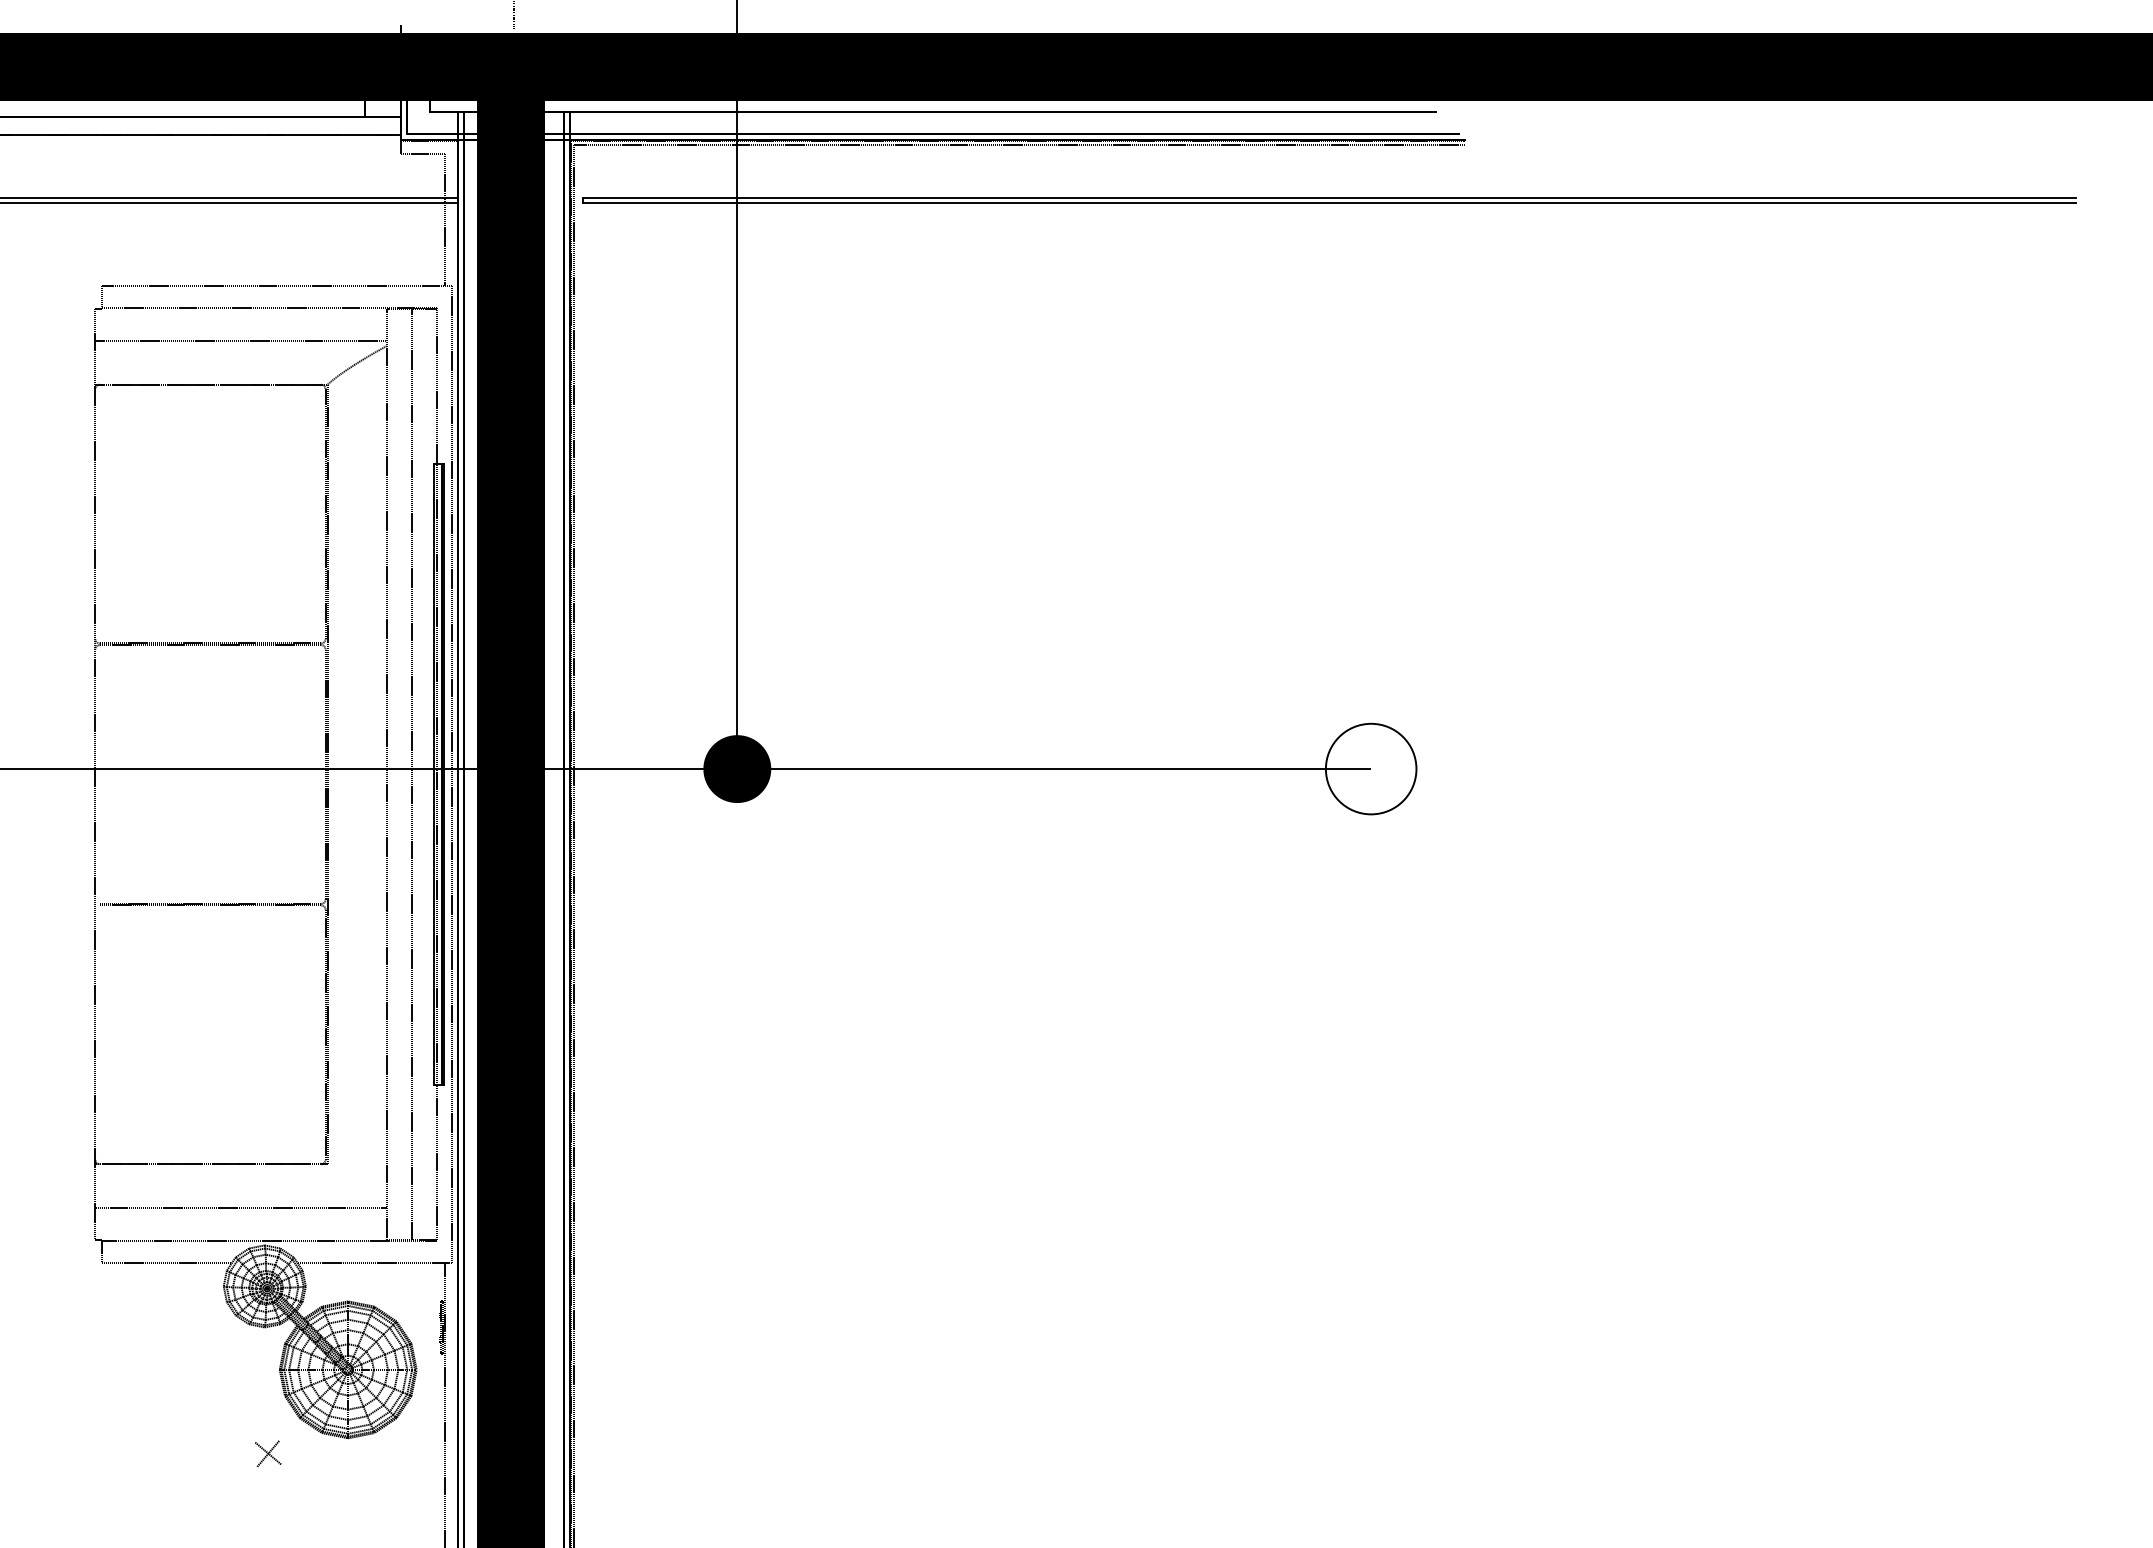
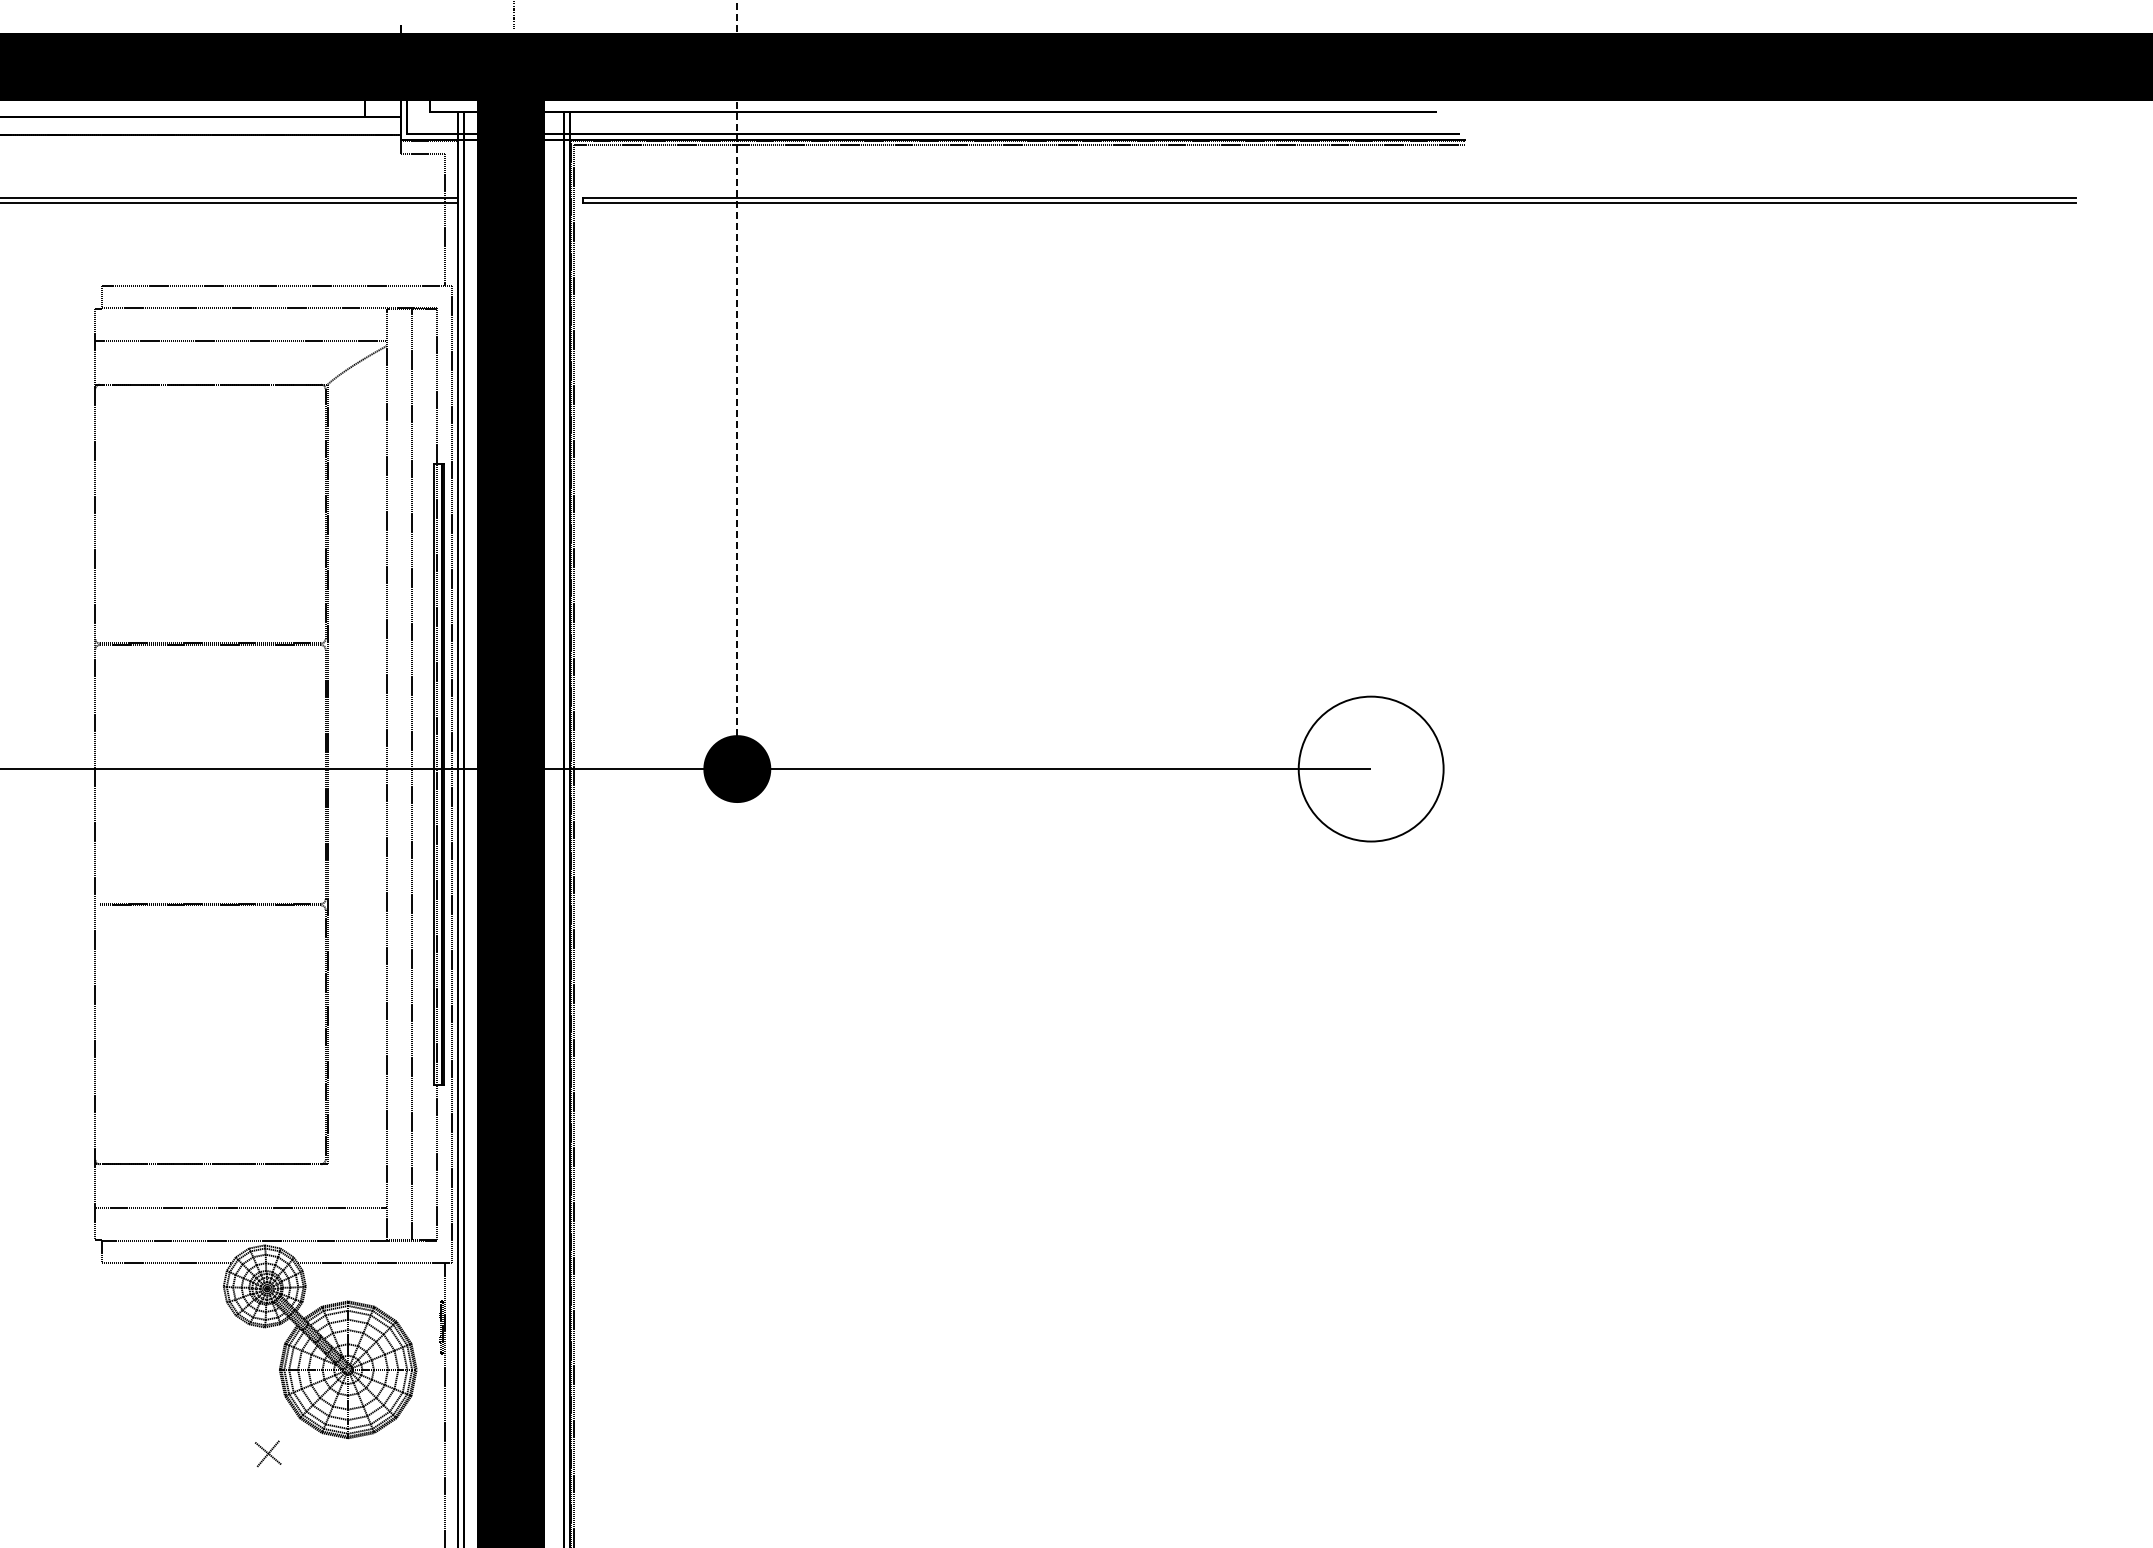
line at (737, 384): solid -> dashed
circle at (1370, 768) diameter: 91 px -> 145 px
